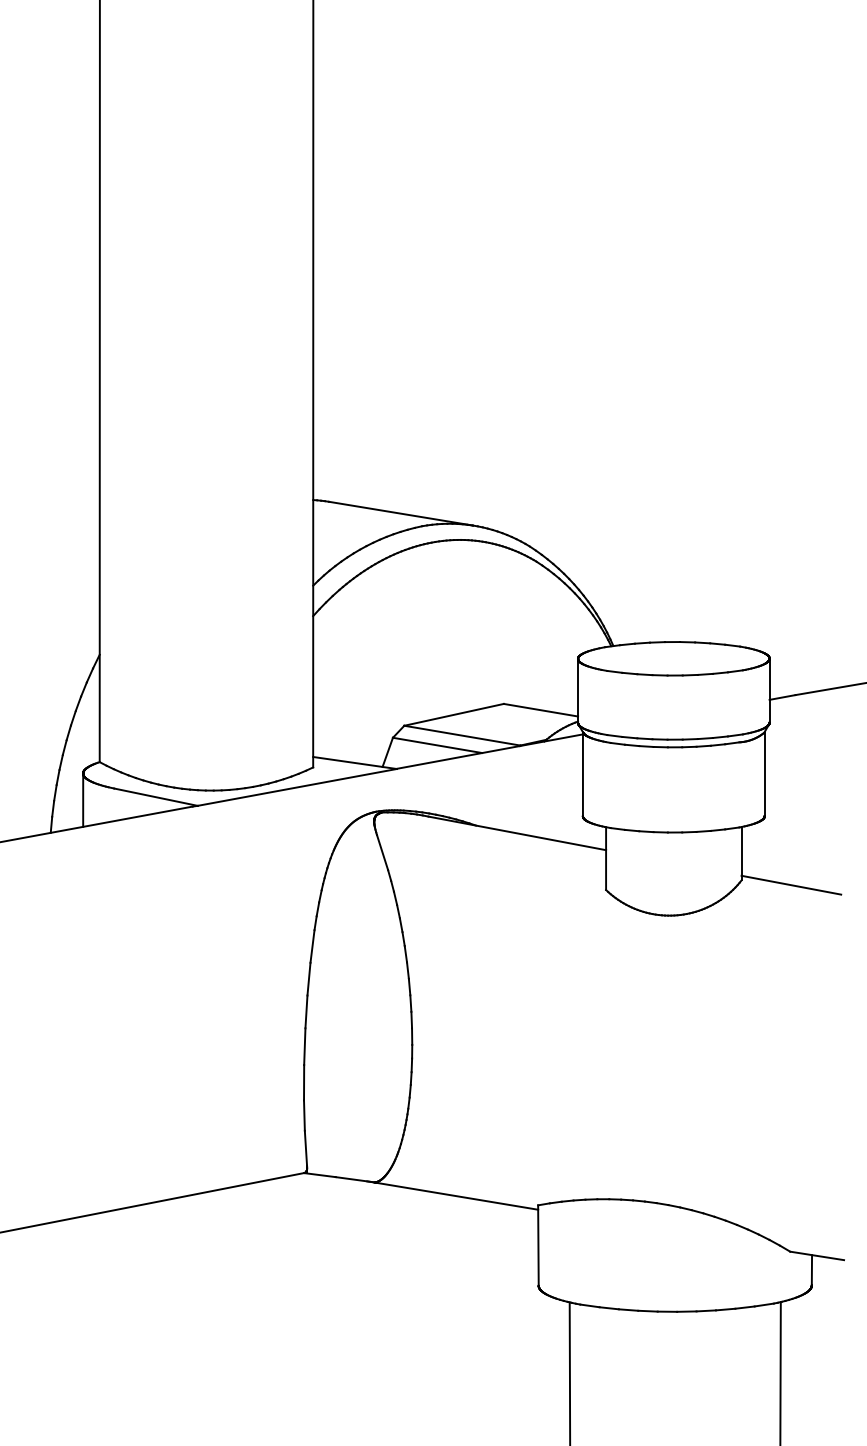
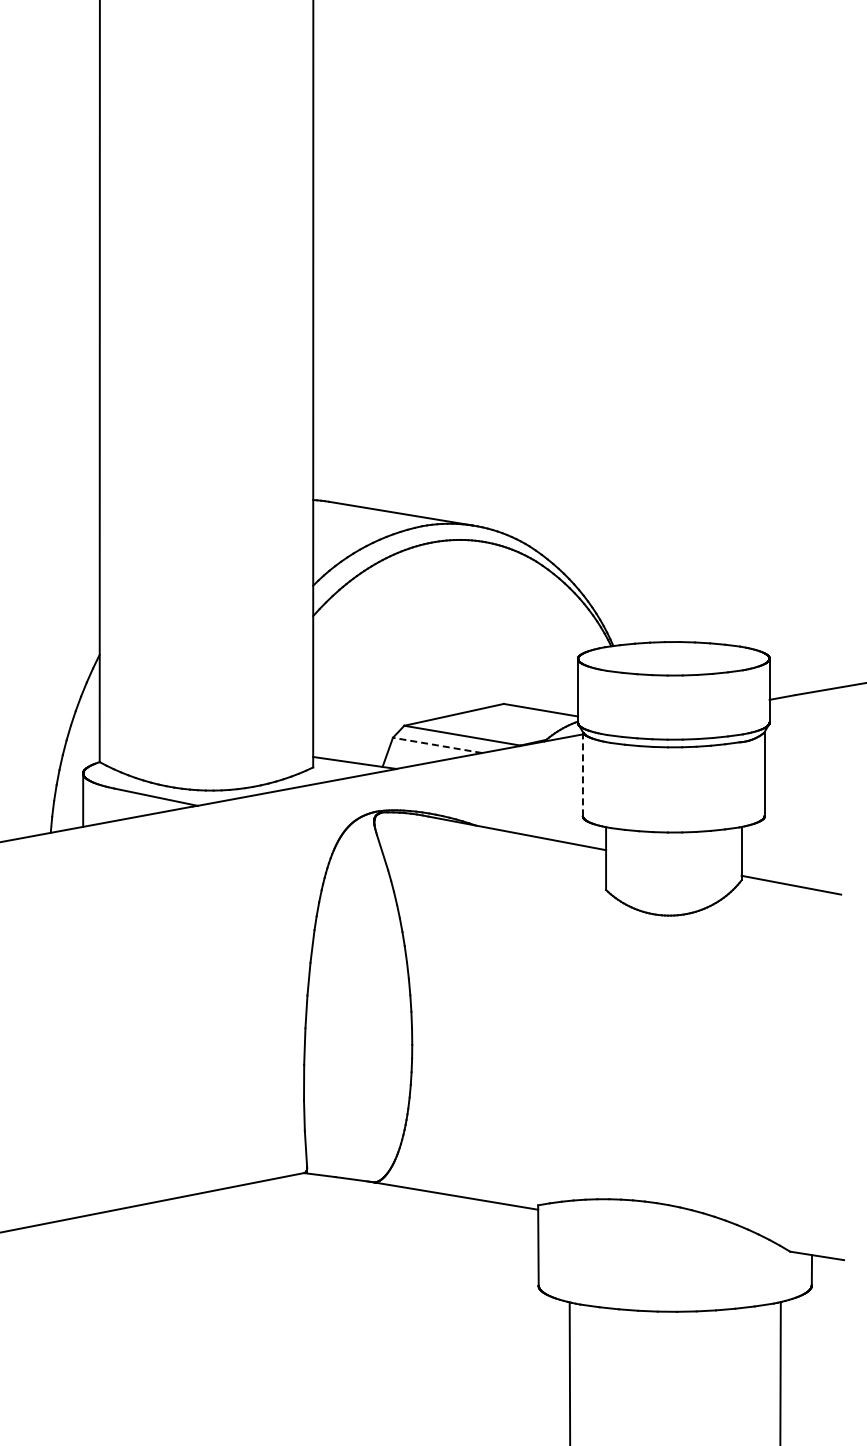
line at (437, 745): solid -> dashed
line at (582, 773): solid -> dashed
